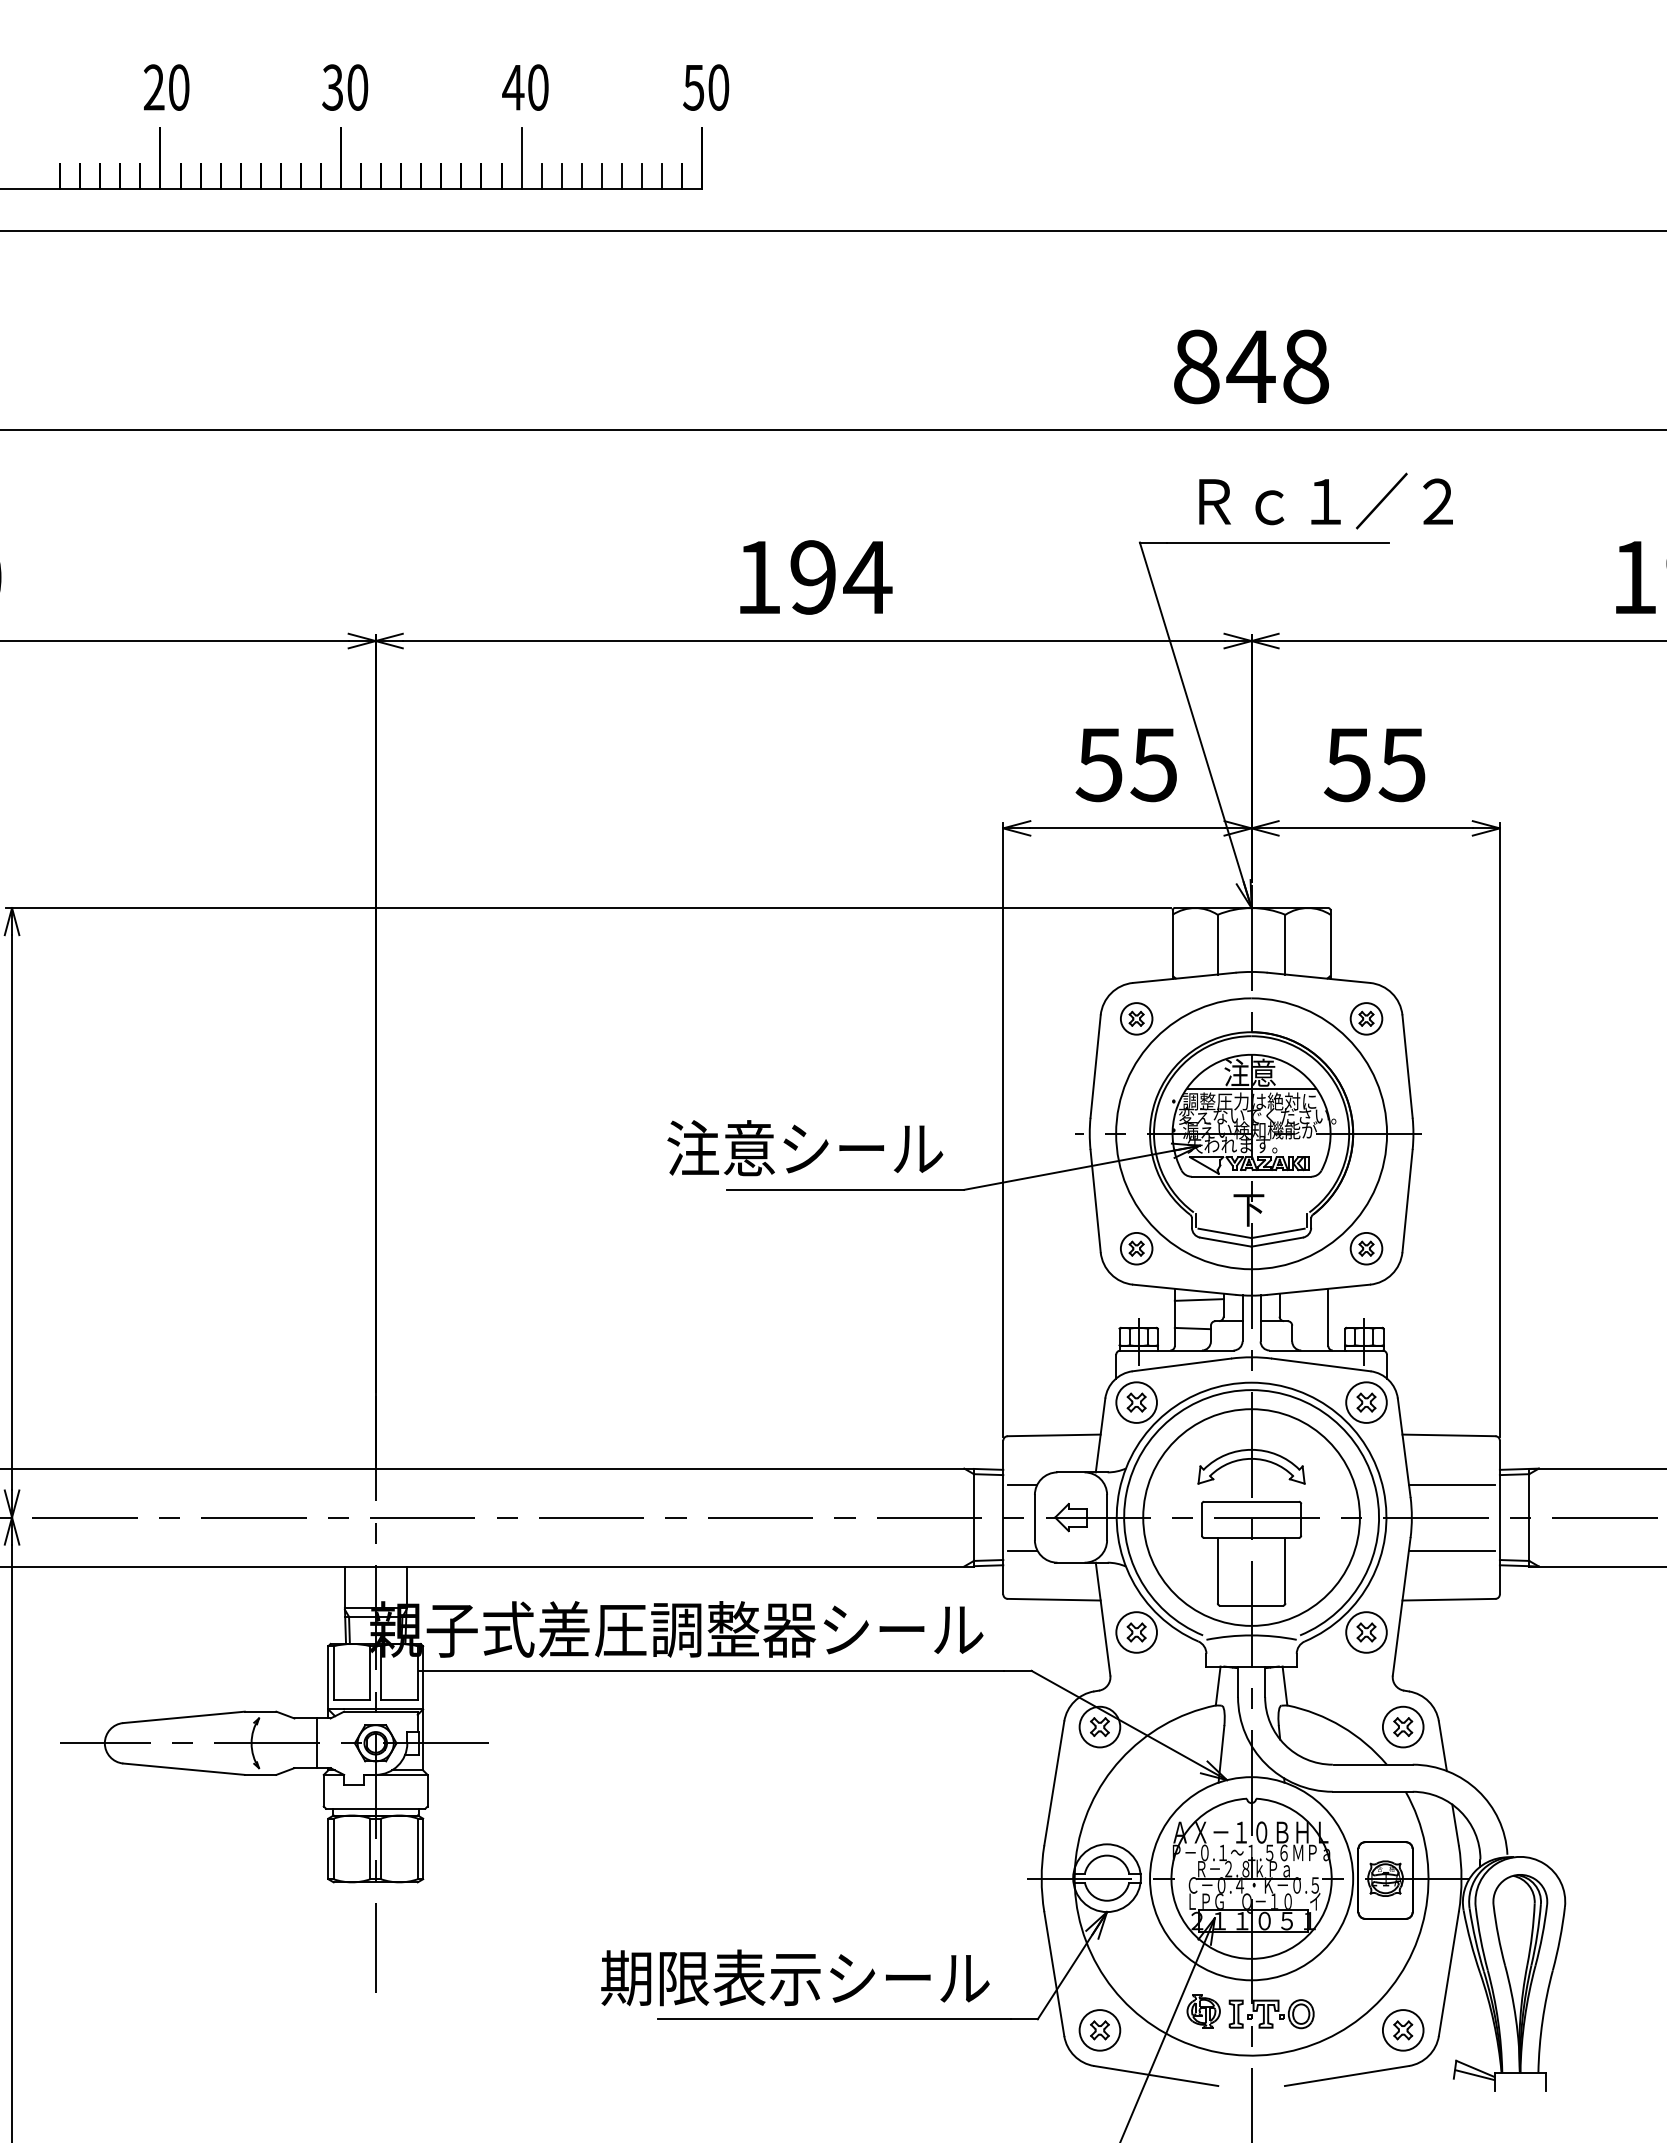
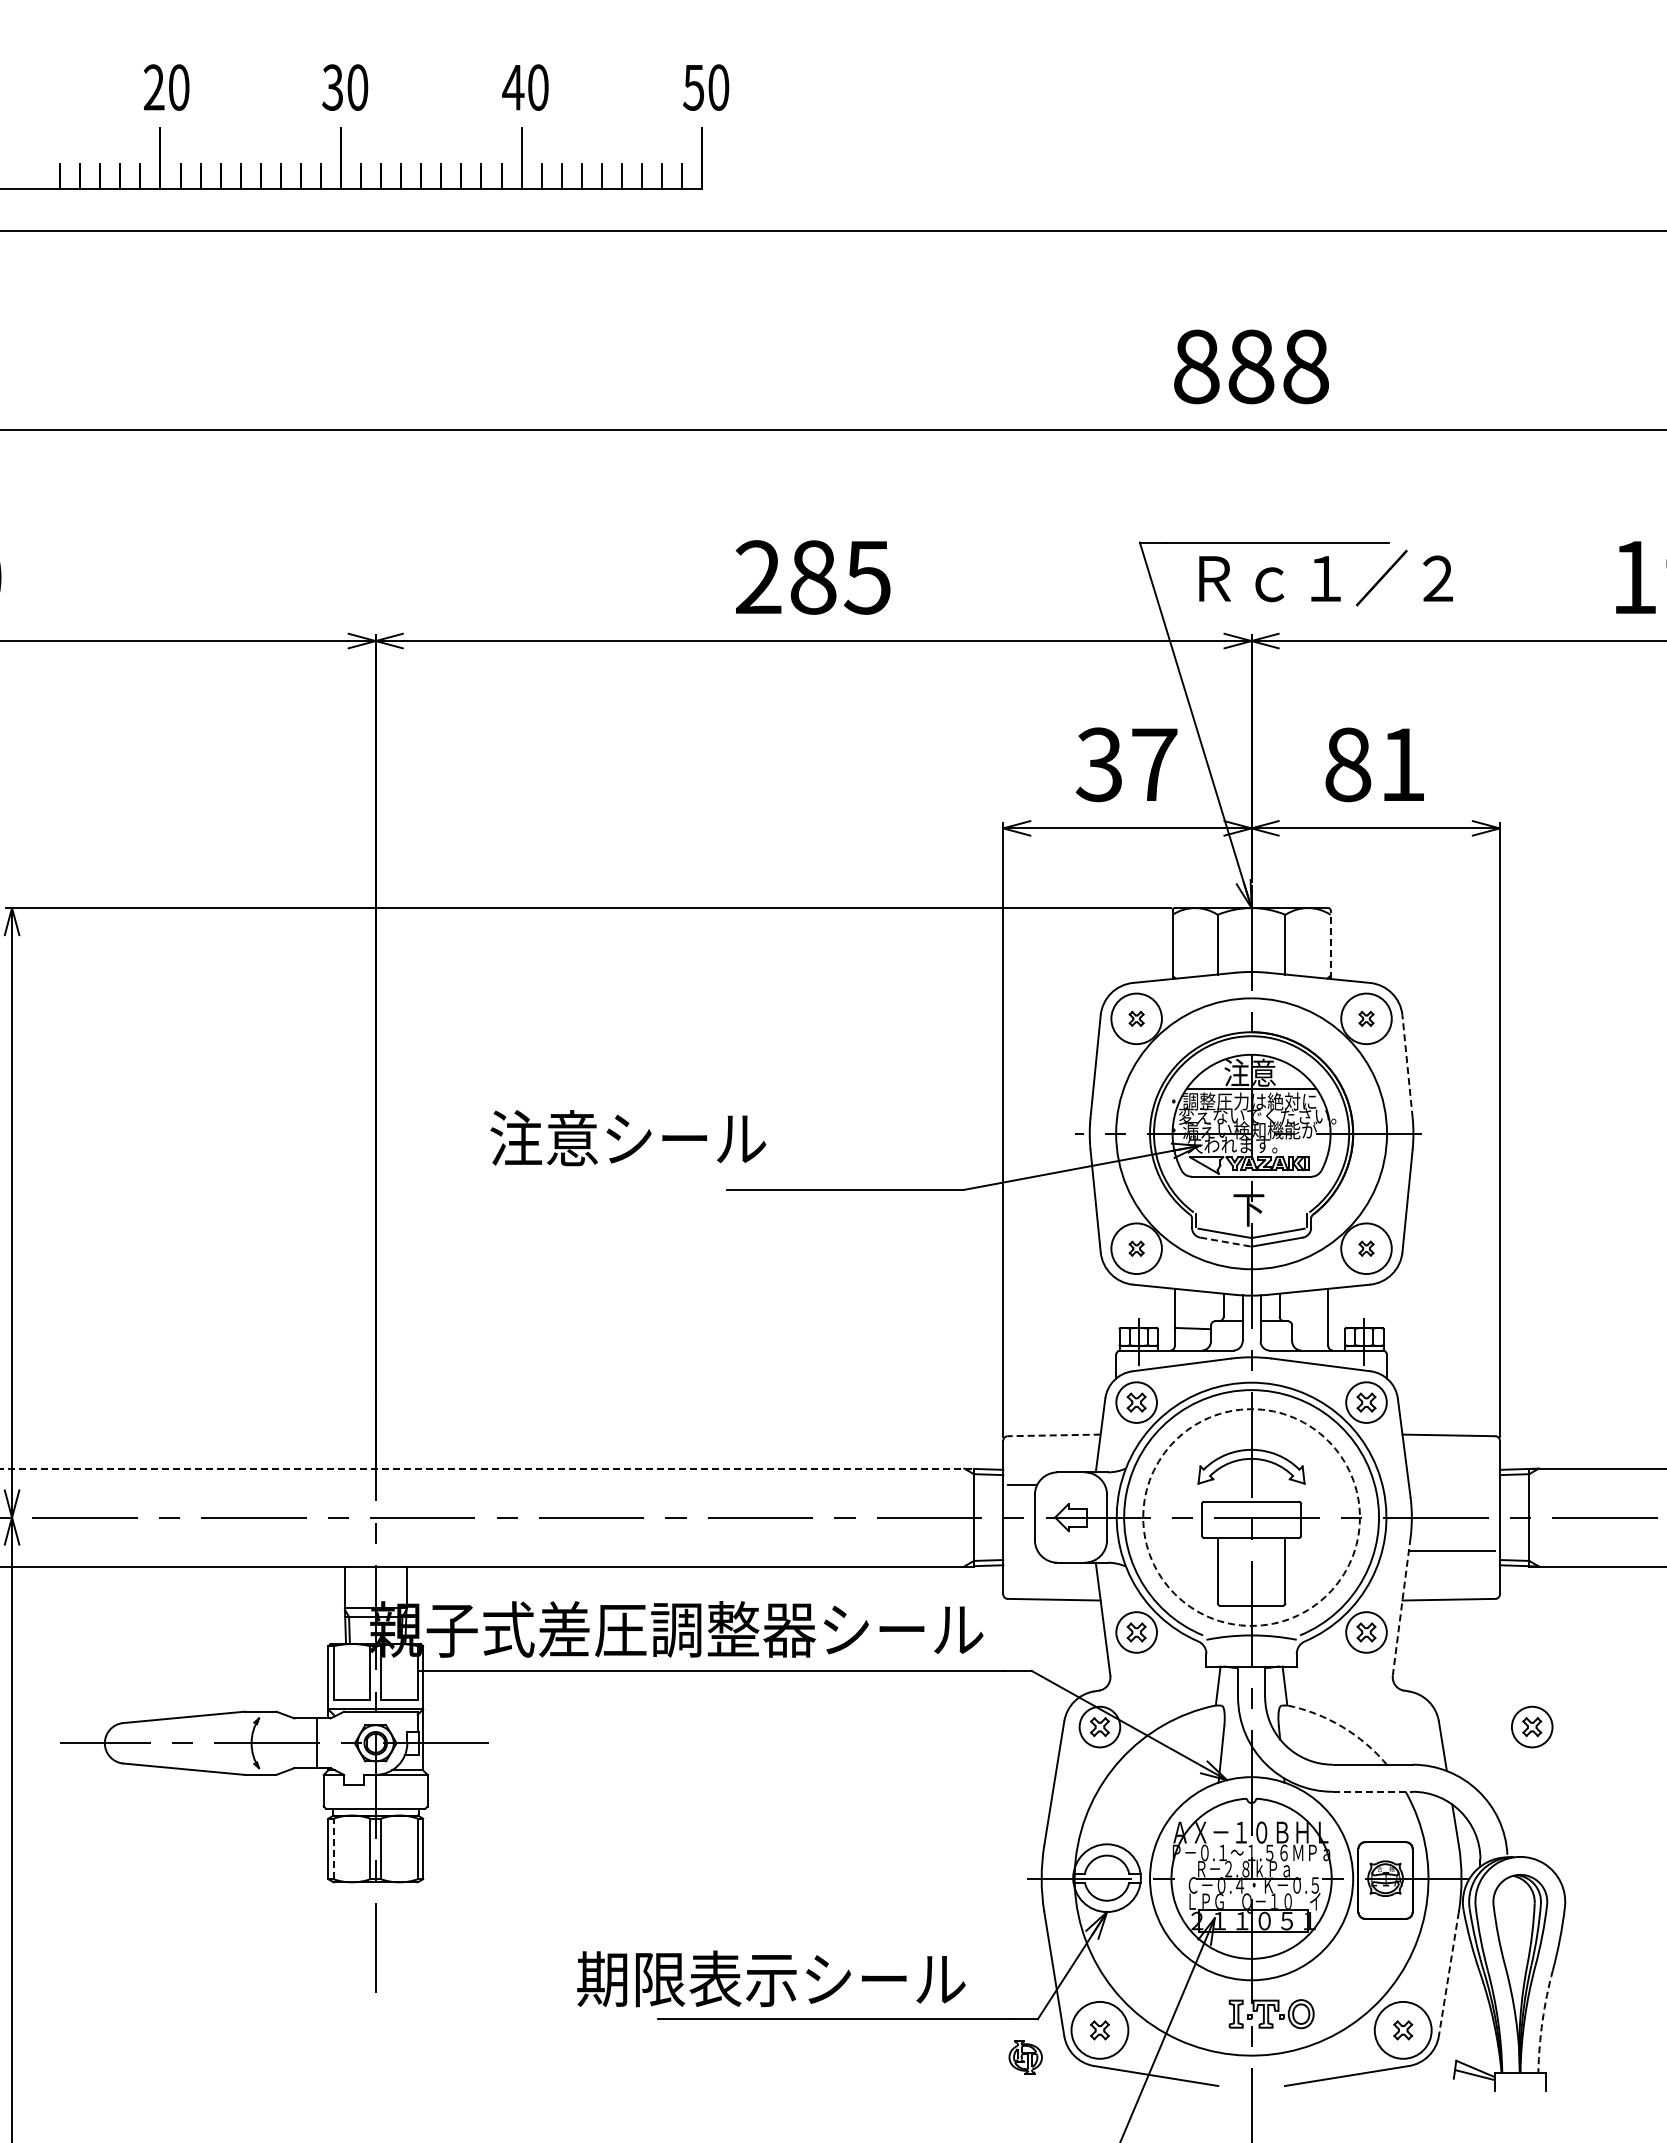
text at (1250, 366): 848 -> 888
text at (1325, 500) position: (1325, 500) -> (1325, 577)
text at (813, 577): 194 -> 285
text at (1126, 764): 55 -> 37
text at (1374, 764): 55 -> 81
line at (1330, 944): solid -> dashed
circle at (1136, 1018) diameter: 32 px -> 51 px
circle at (1366, 1018) diameter: 32 px -> 51 px
line at (1407, 1066): solid -> dashed
text at (805, 1148) position: (805, 1148) -> (628, 1138)
line at (1226, 1242): solid -> dashed
circle at (1136, 1248) diameter: 32 px -> 51 px
circle at (1366, 1248) diameter: 32 px -> 51 px
line at (1198, 1299): present -> none
line at (1053, 1435): solid -> dashed
line at (486, 1468): solid -> dashed
line at (1451, 1484): present -> none
circle at (1251, 1517): solid -> dashed
line at (1022, 1550): present -> none
line at (1401, 1607): solid -> dashed
arc at (1342, 1726): solid -> dashed
part at (1403, 1726) position: (1403, 1726) -> (1532, 1726)
line at (1372, 1791): solid -> dashed
line at (333, 1848): solid -> dashed
line at (1448, 1974): solid -> dashed
text at (795, 1977) position: (795, 1977) -> (771, 1978)
part at (1203, 2011) position: (1203, 2011) -> (1025, 2057)
arc at (1542, 2021): solid -> dashed
circle at (1099, 2030) diameter: 41 px -> 57 px
circle at (1402, 2030) diameter: 41 px -> 57 px
